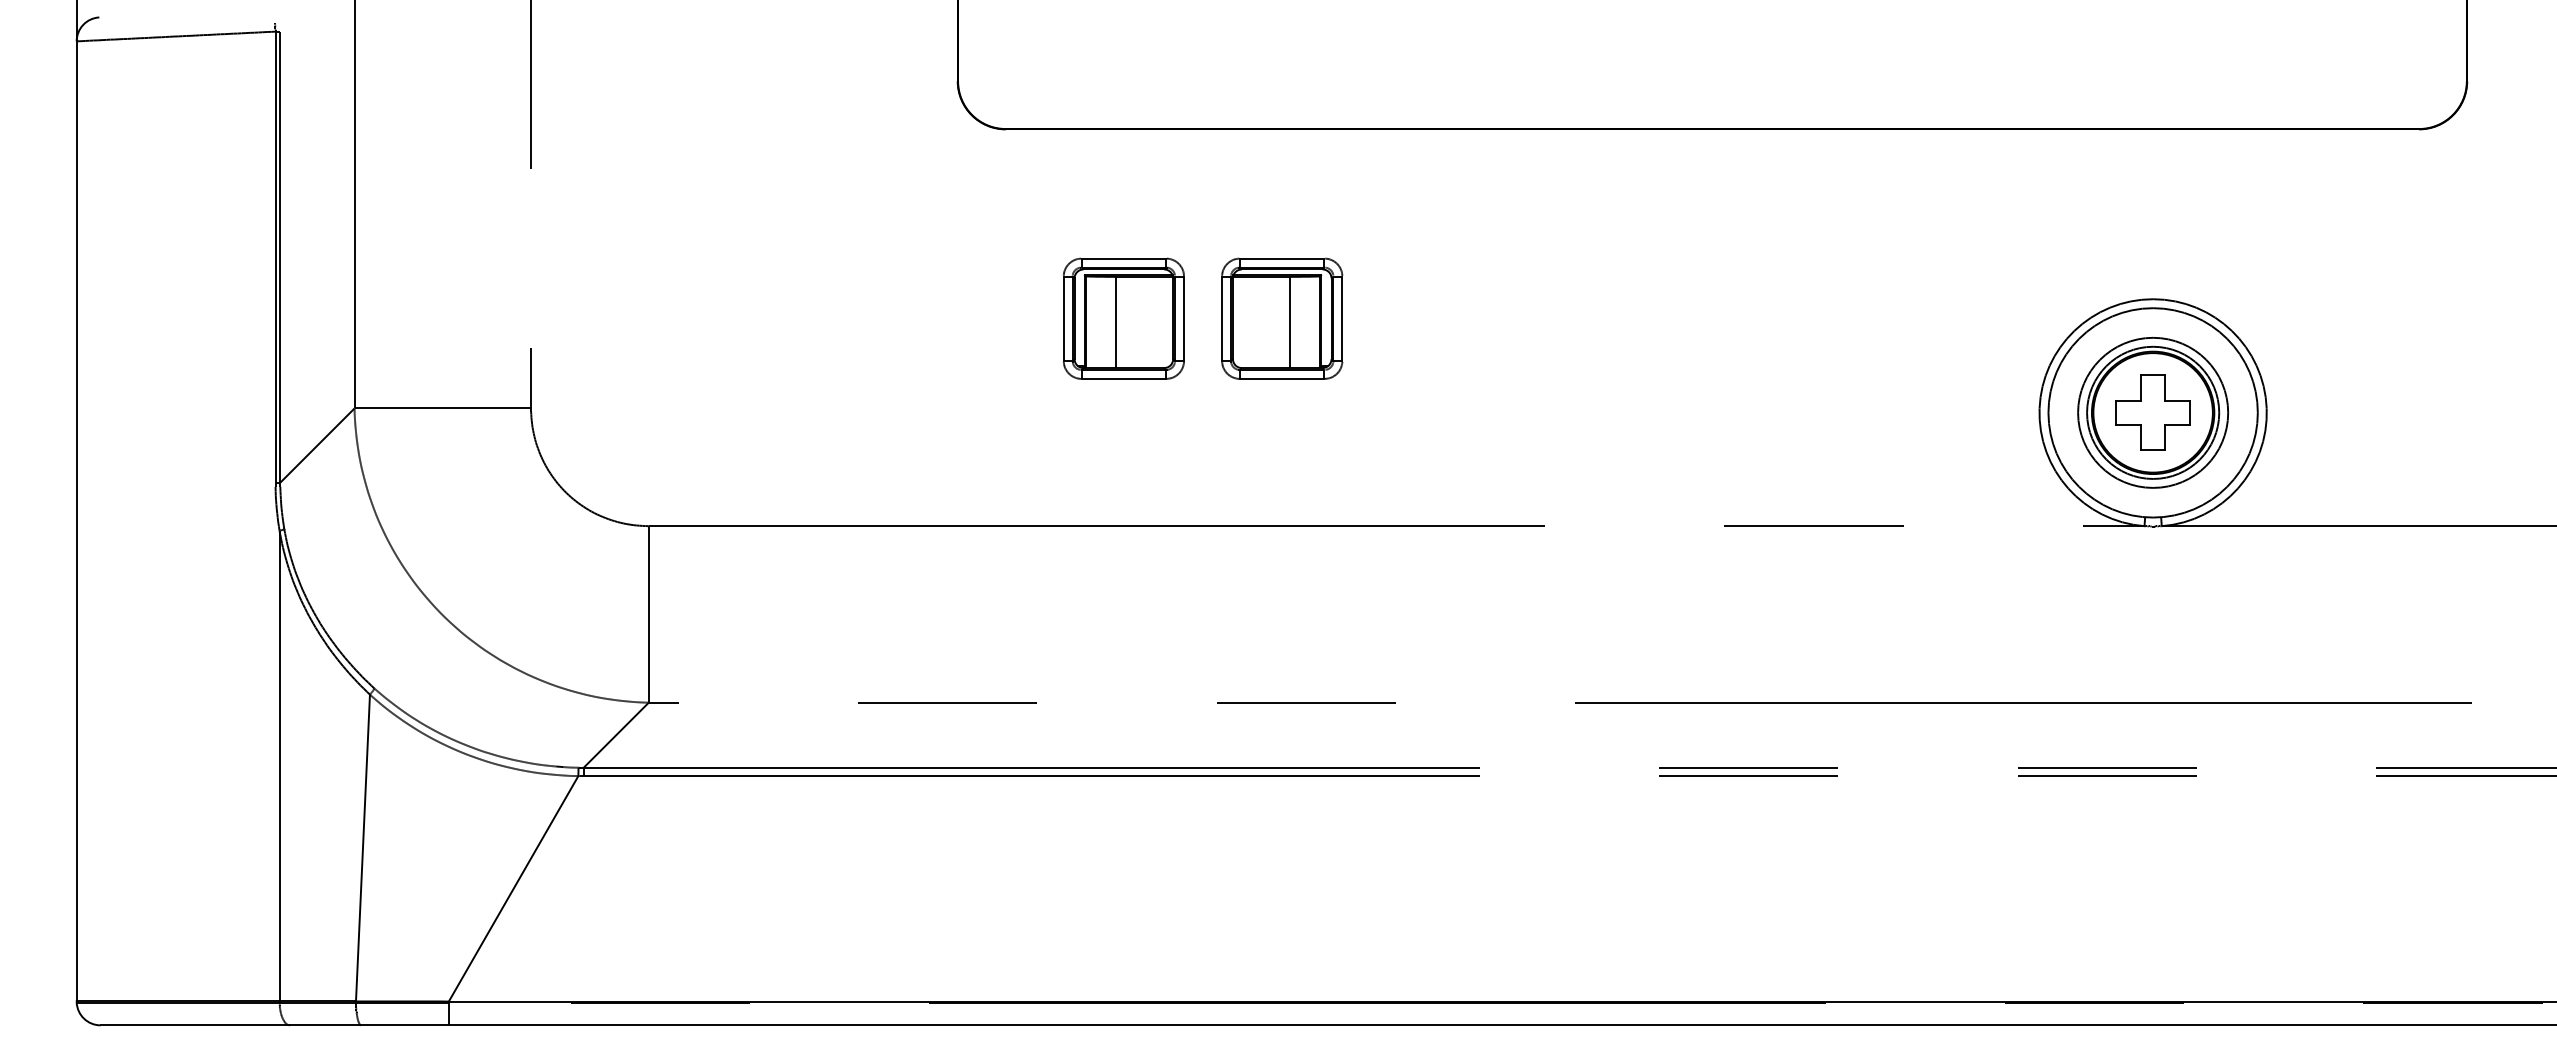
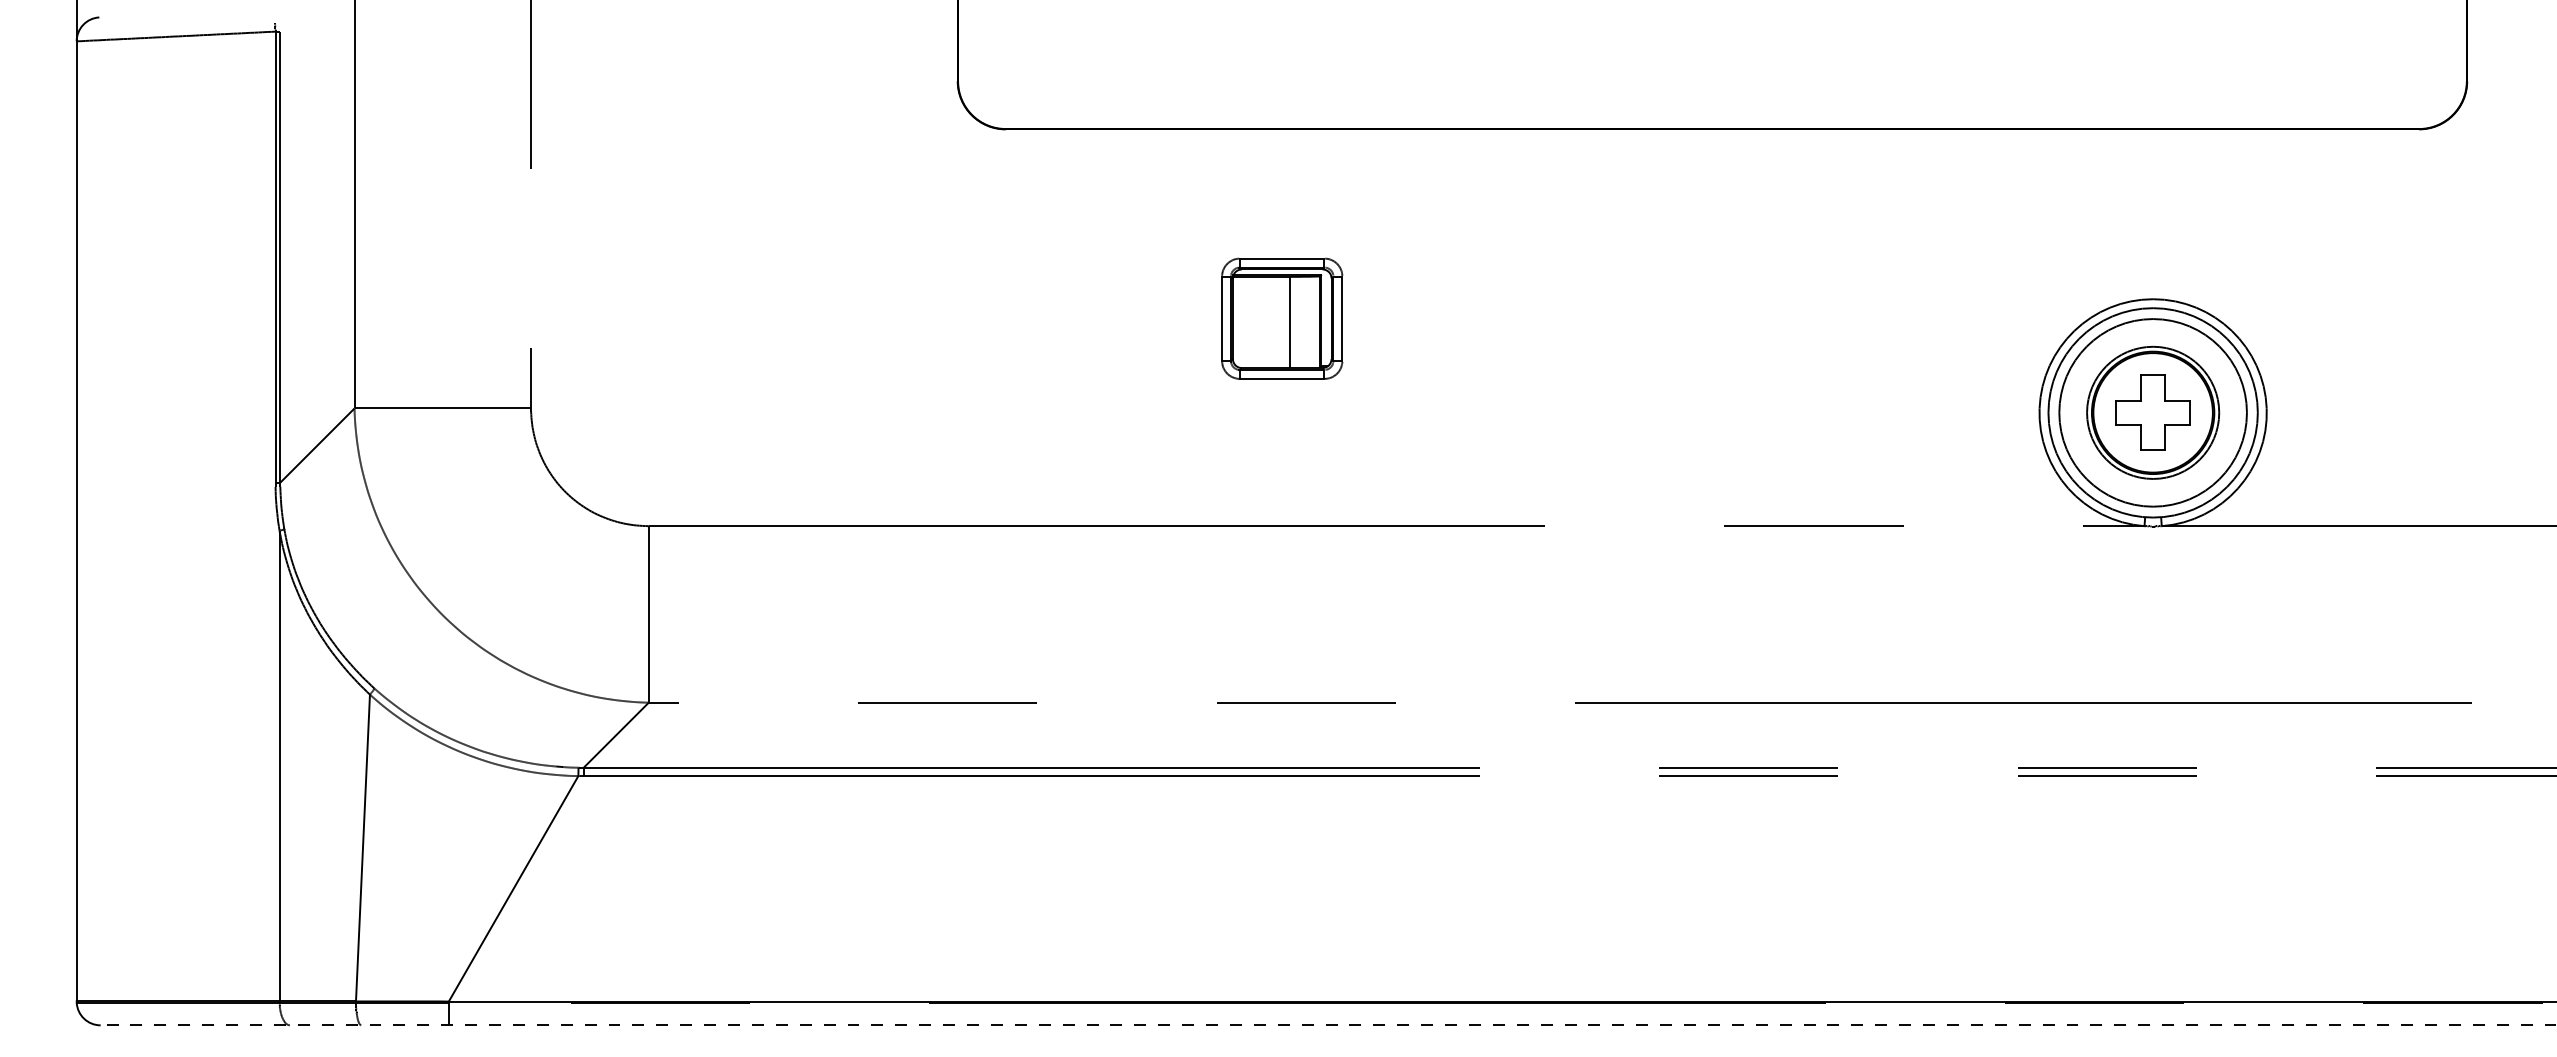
part at (1123, 318): present -> none
circle at (2153, 412) diameter: 150 px -> 188 px
line at (1328, 1025): solid -> dashed
